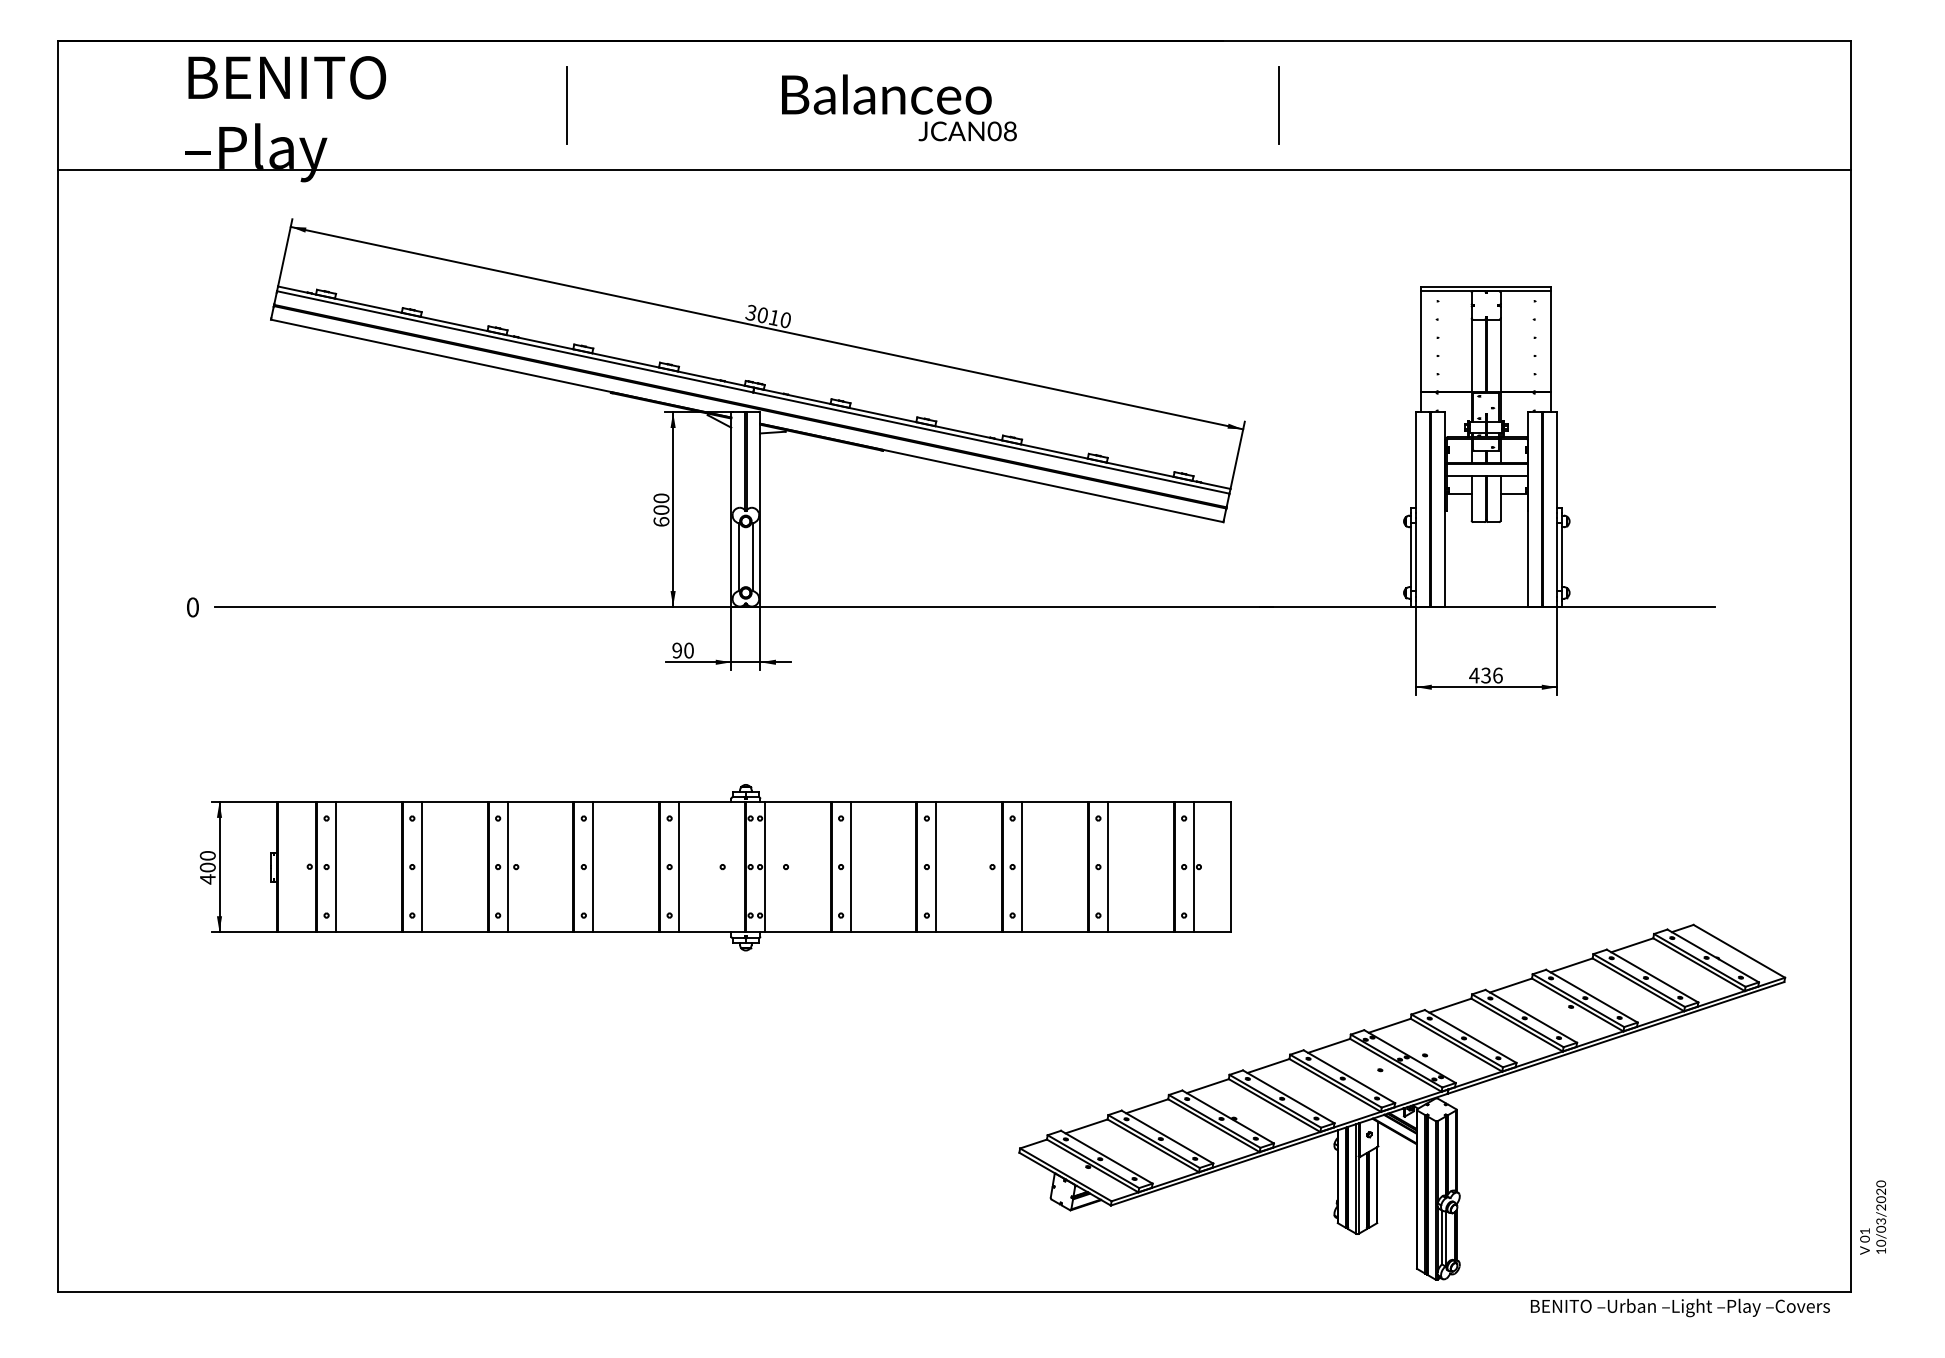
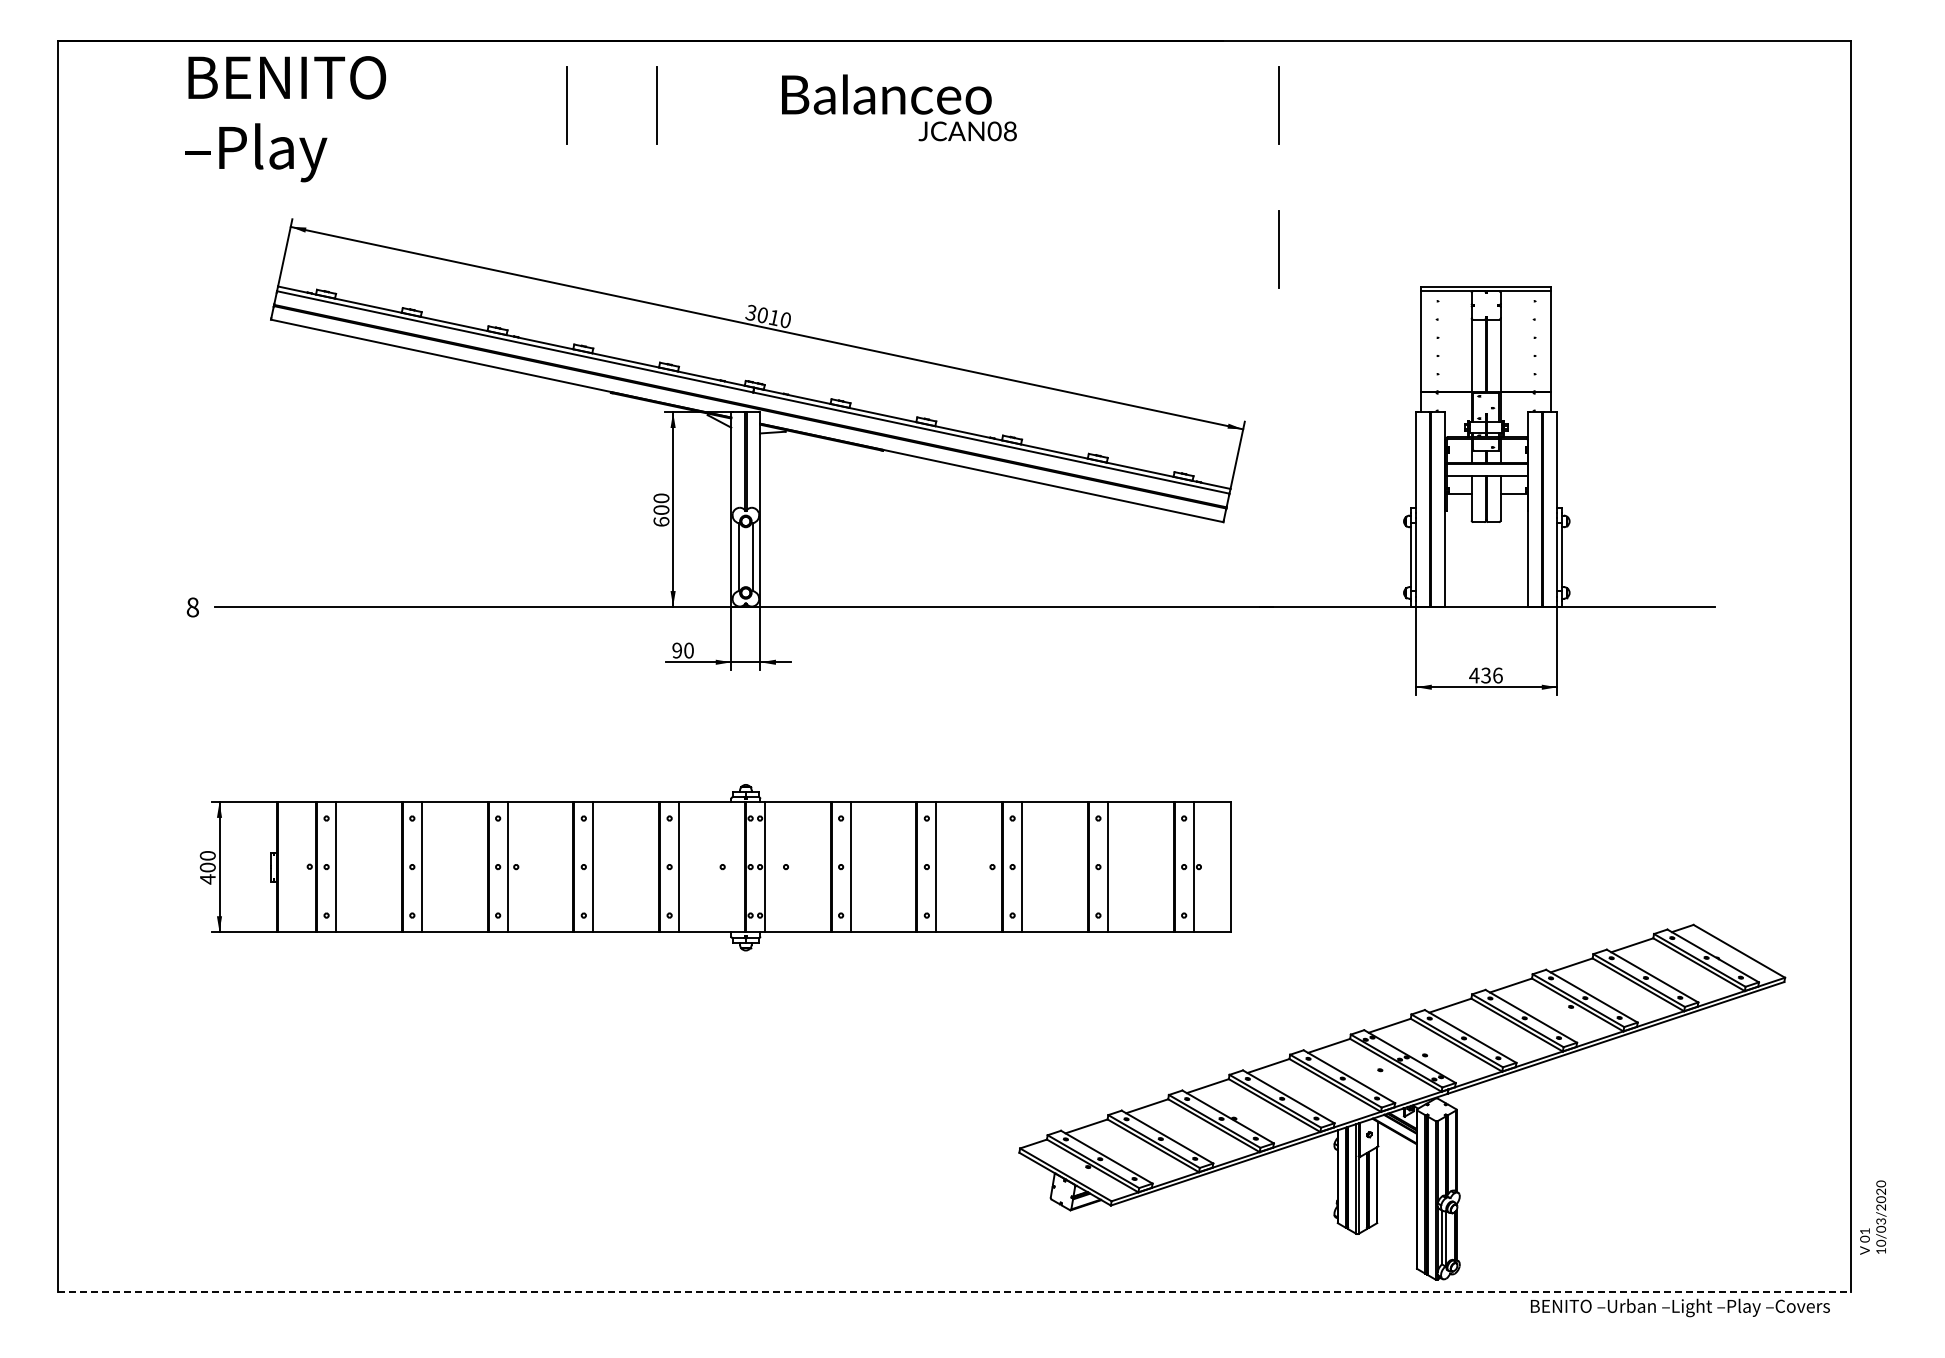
line at (656, 105): none -> present
line at (954, 170): present -> none
line at (1278, 249): none -> present
text at (192, 607): 0 -> 8
line at (954, 1291): solid -> dashed
